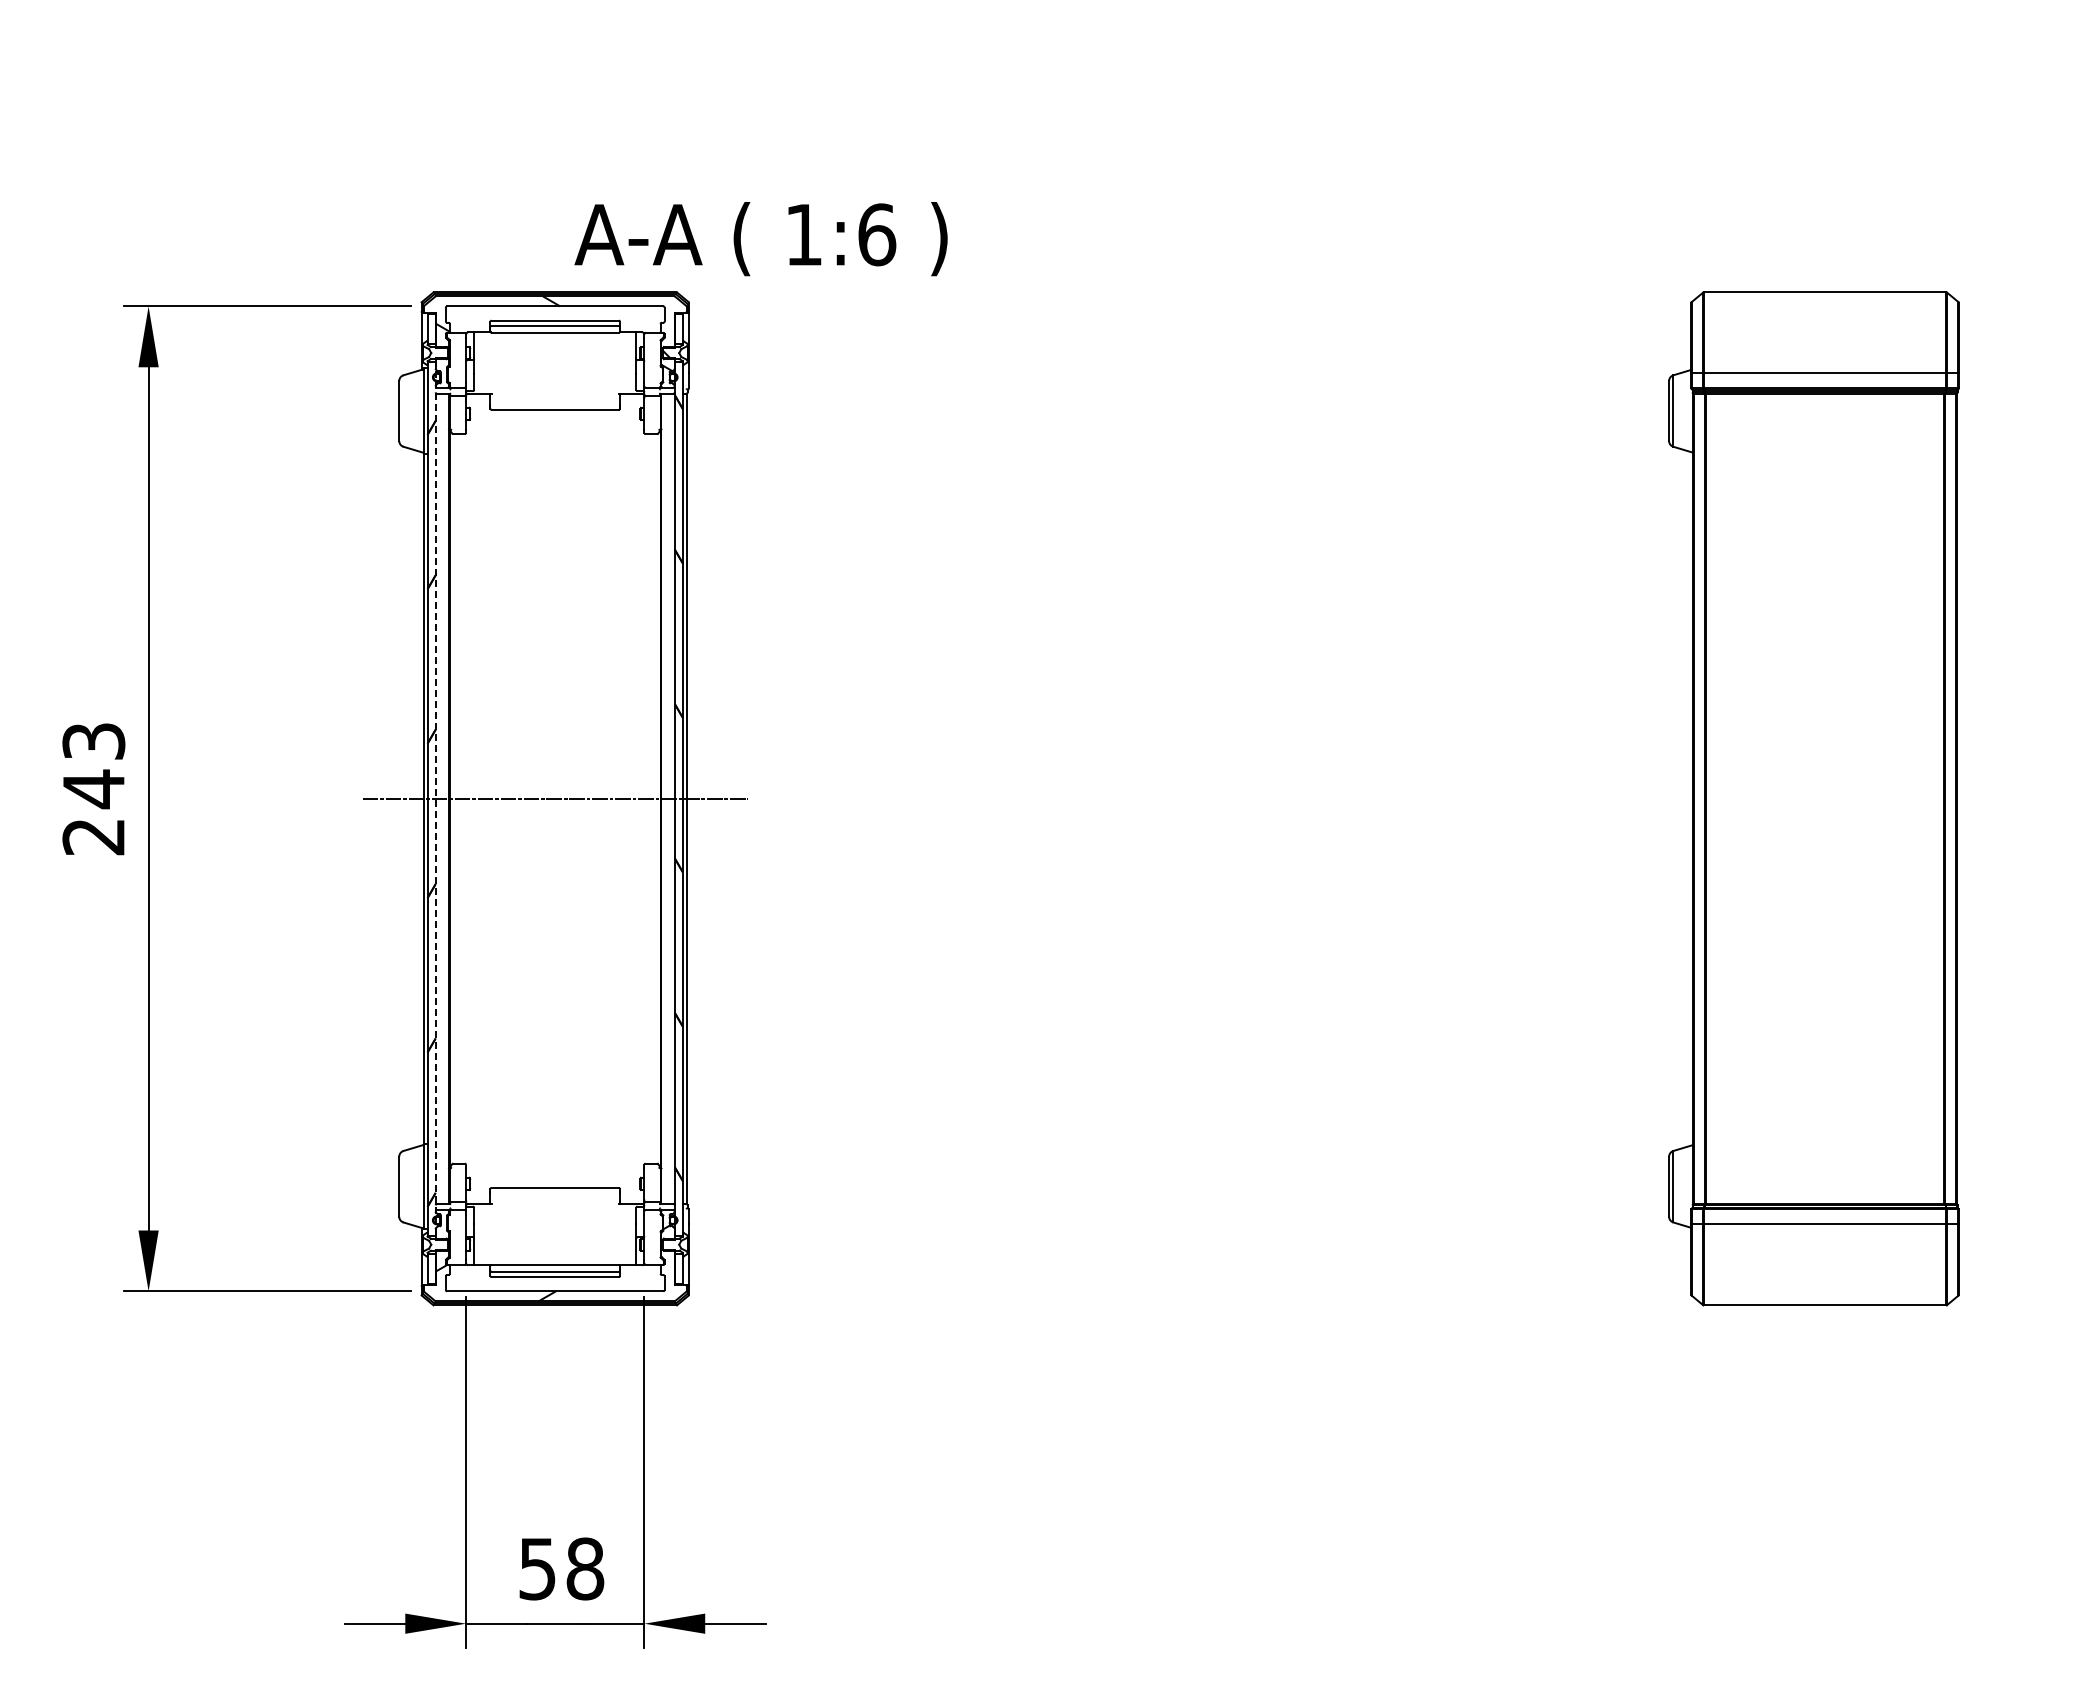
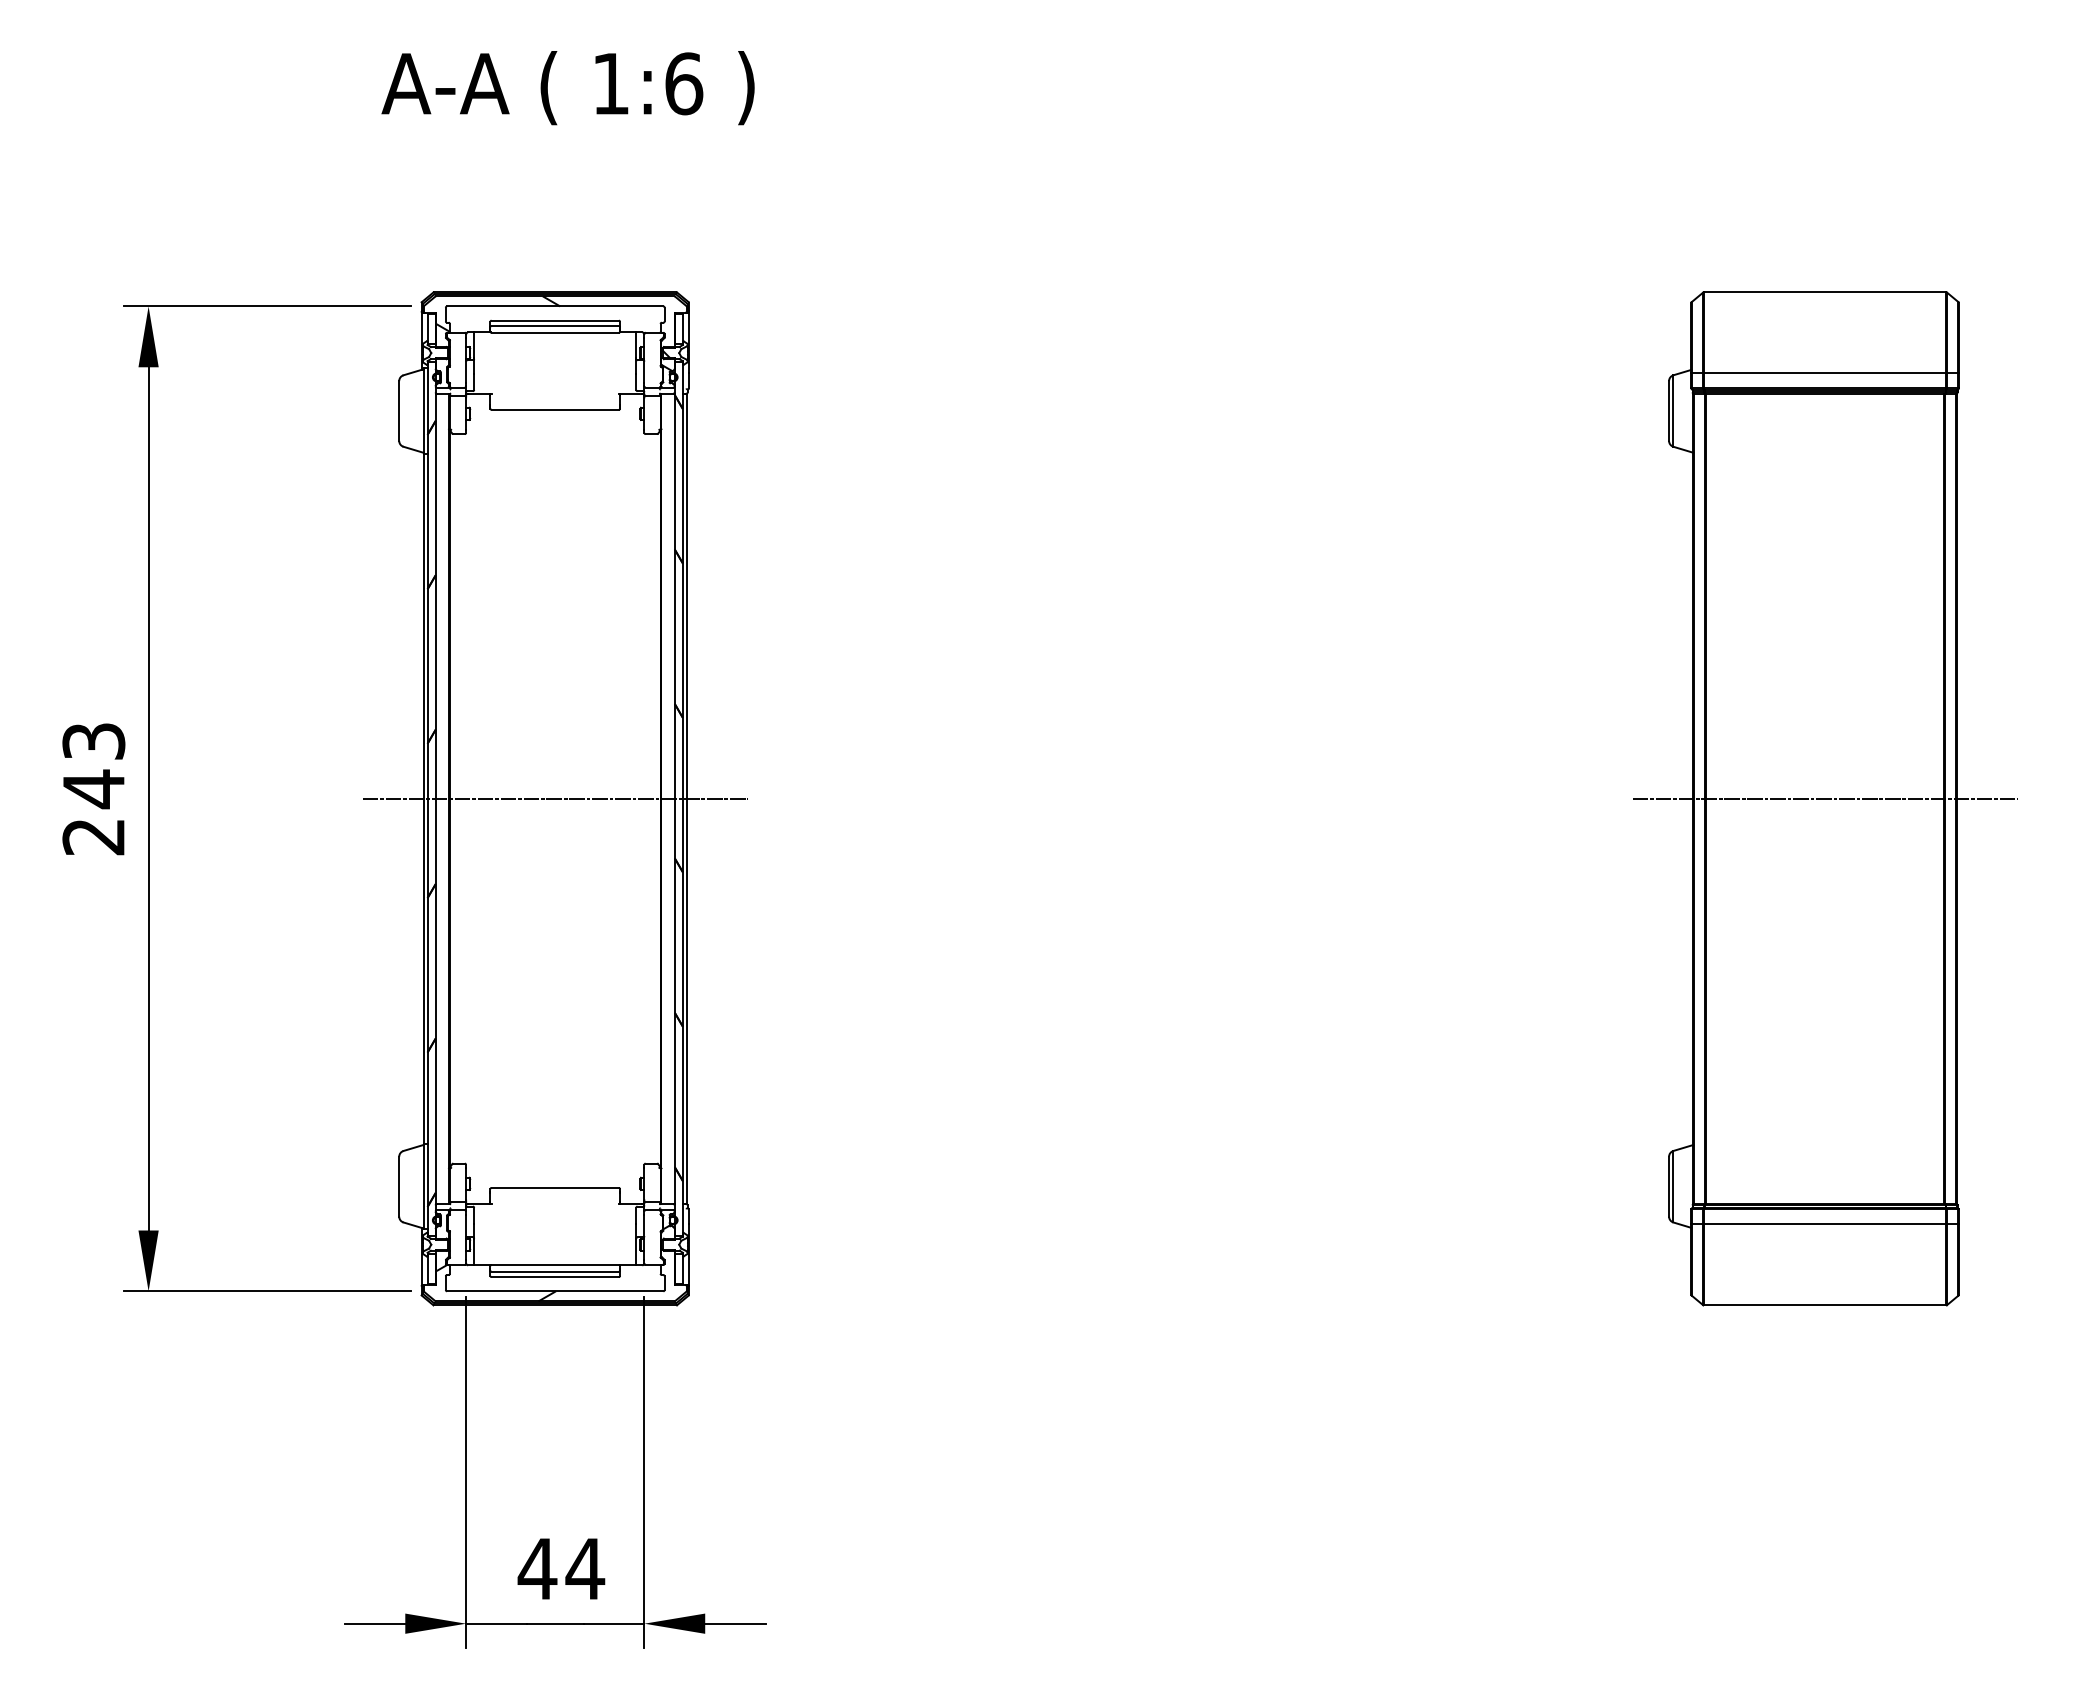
text at (760, 239) position: (760, 239) -> (567, 88)
line at (435, 798): dashed -> solid
line at (1824, 798): none -> present
text at (561, 1568): 58 -> 44
